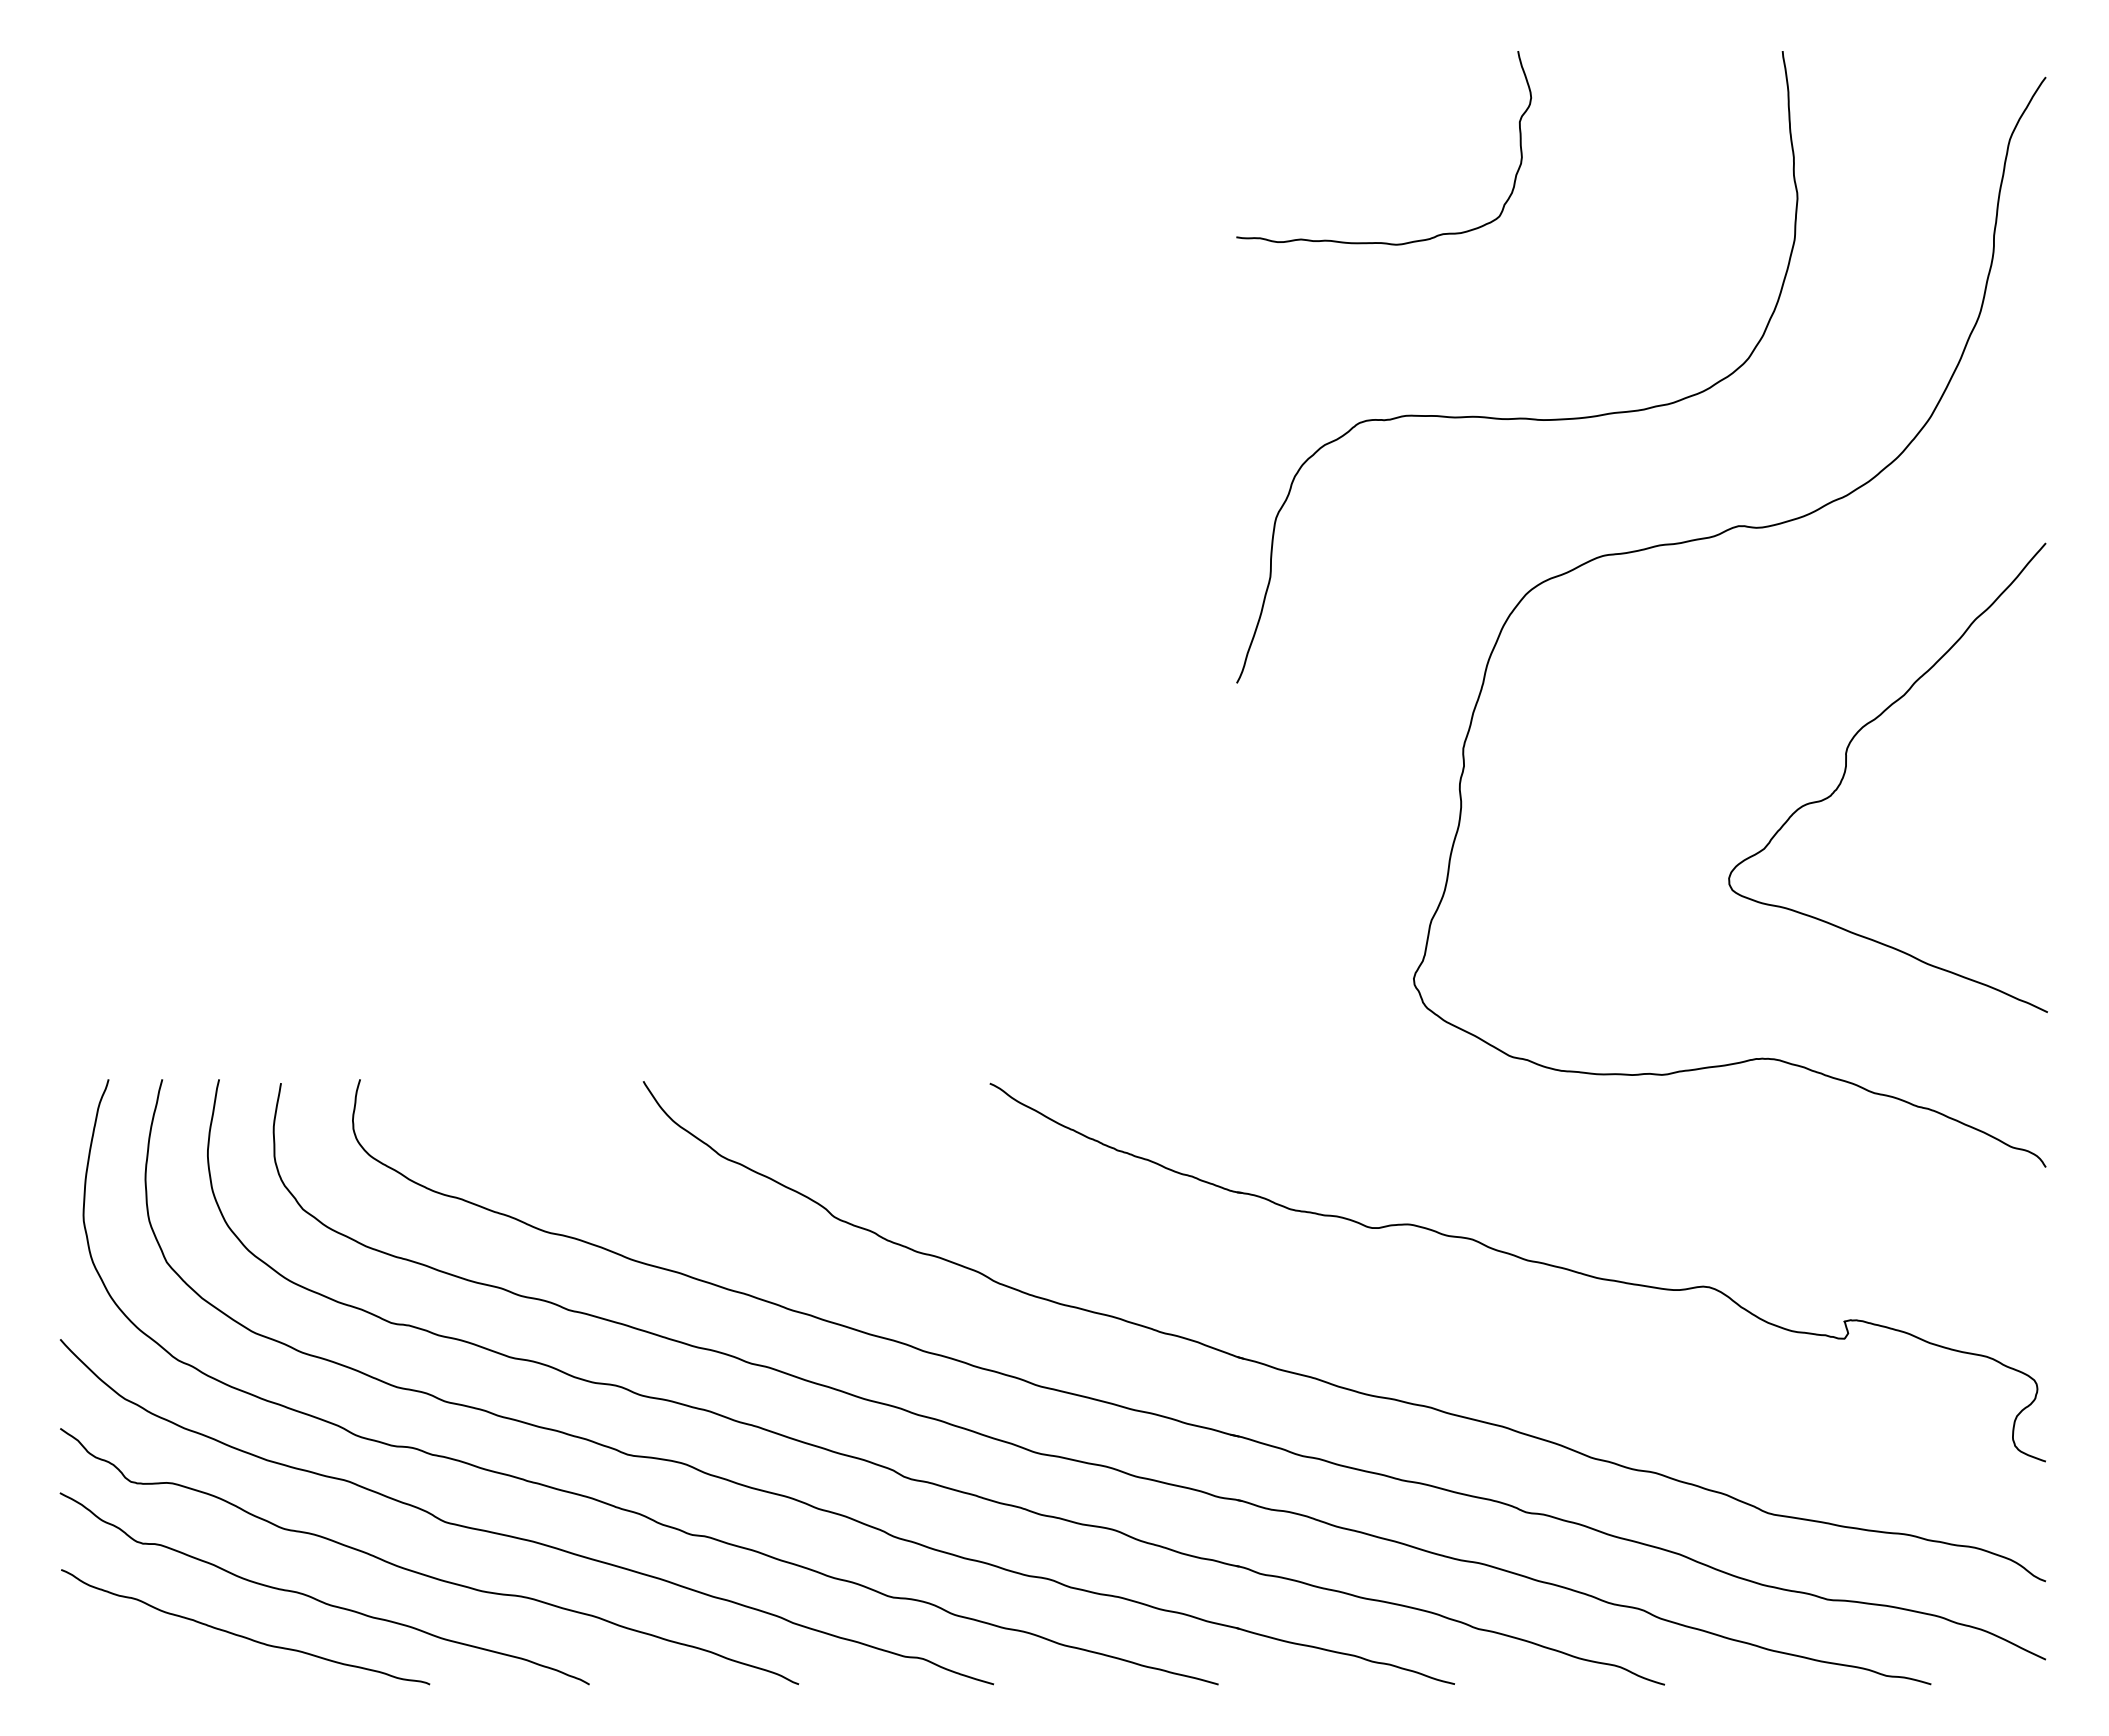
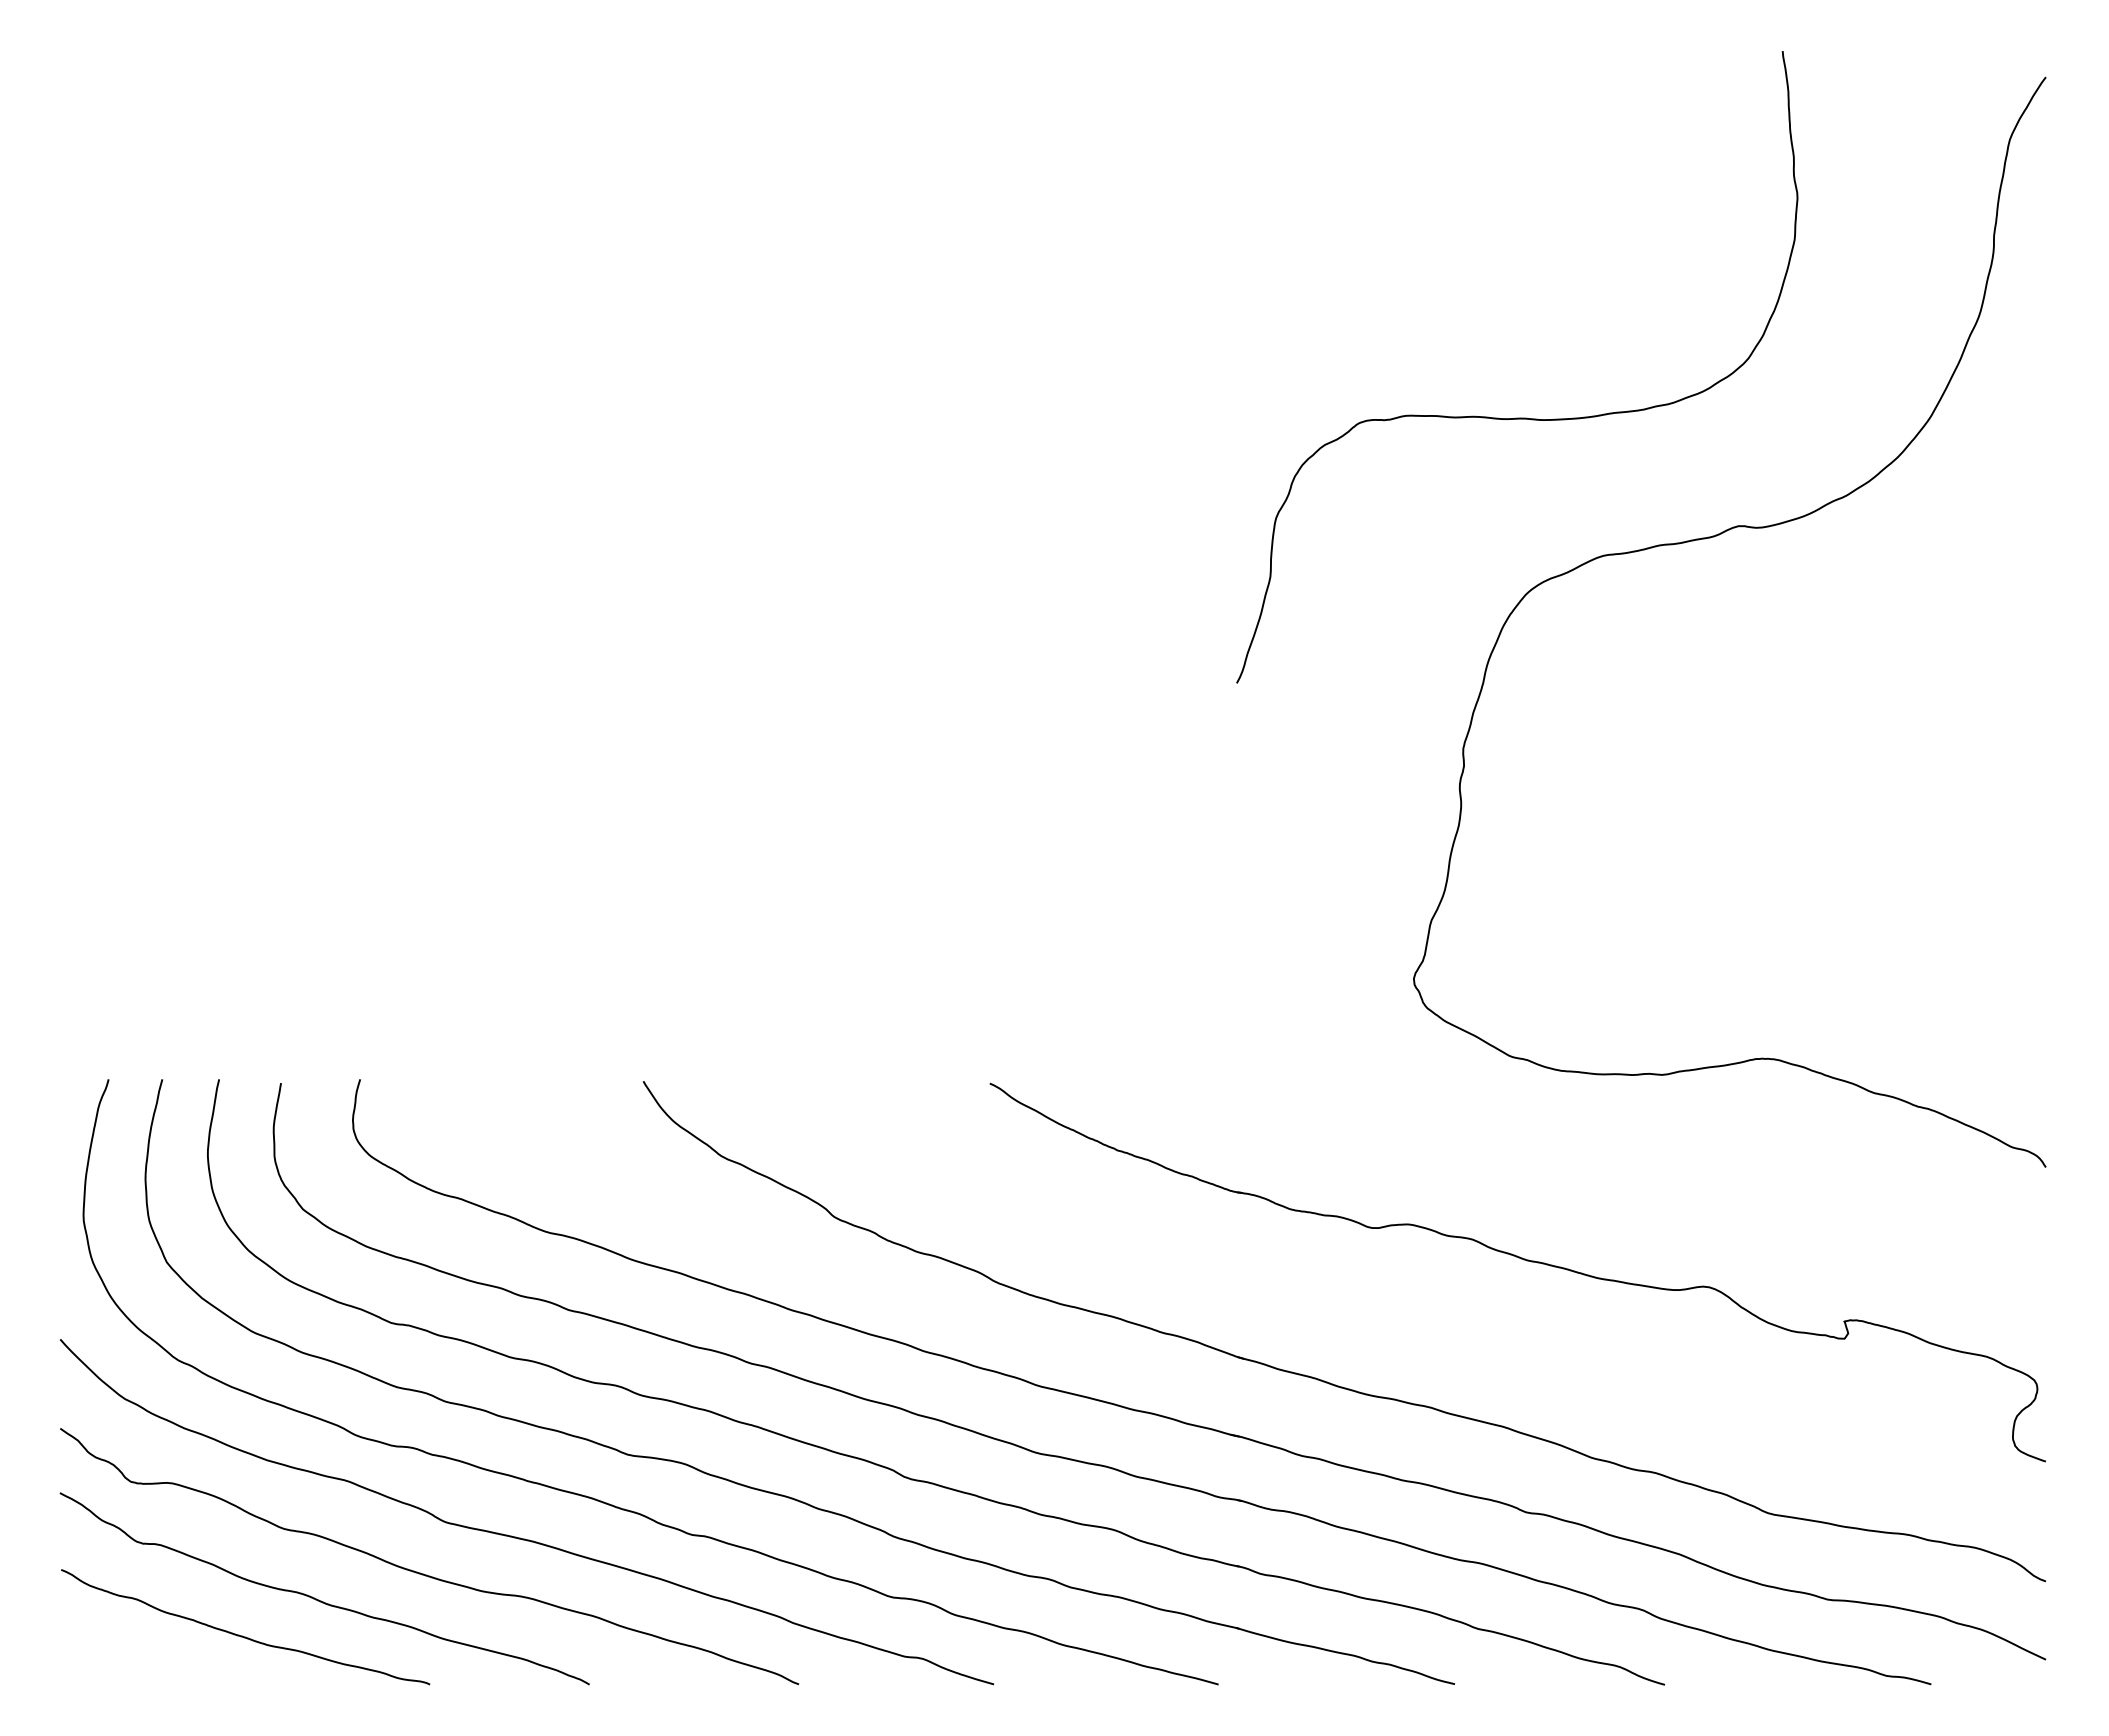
curve at (1383, 242): present -> none
curve at (1846, 770): present -> none
